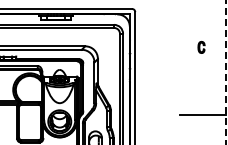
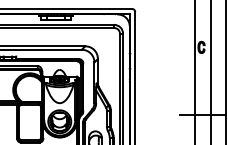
line at (195, 71): none -> present
line at (210, 71): none -> present
line at (226, 72): dashed -> solid
